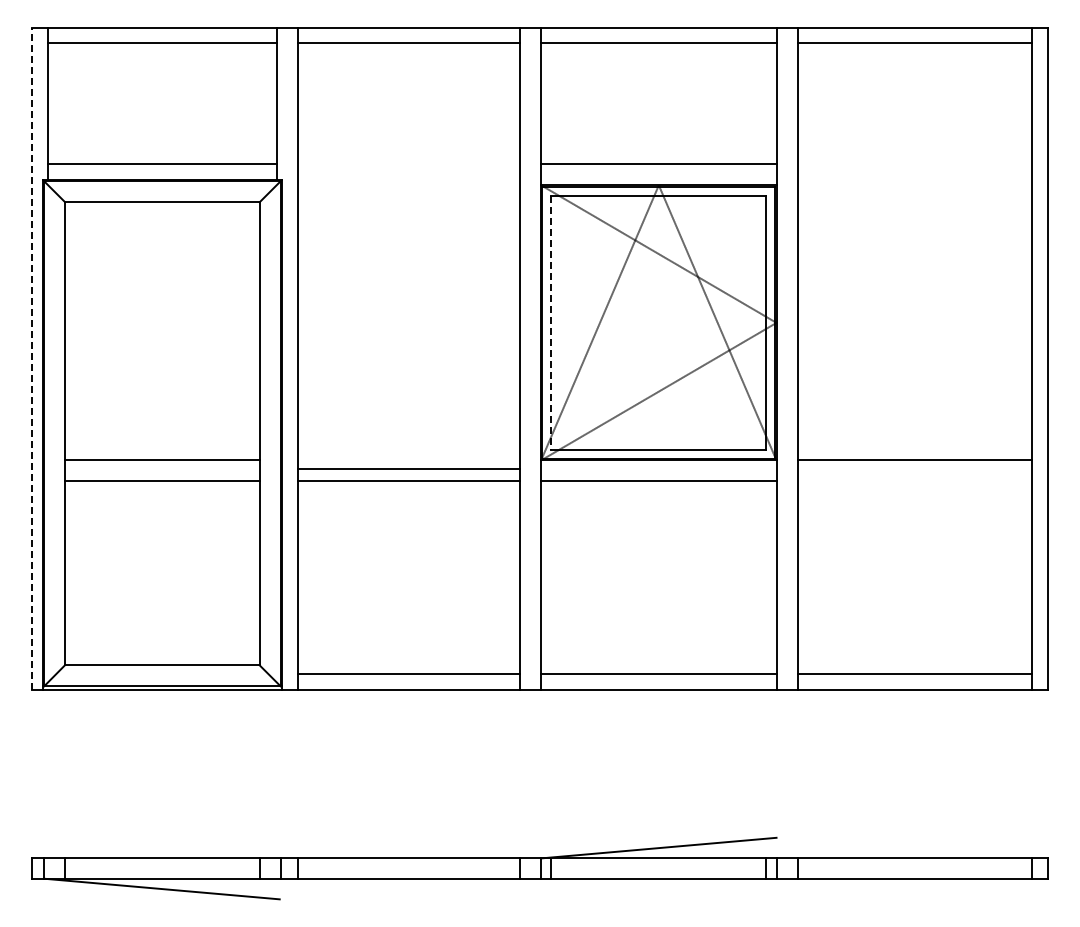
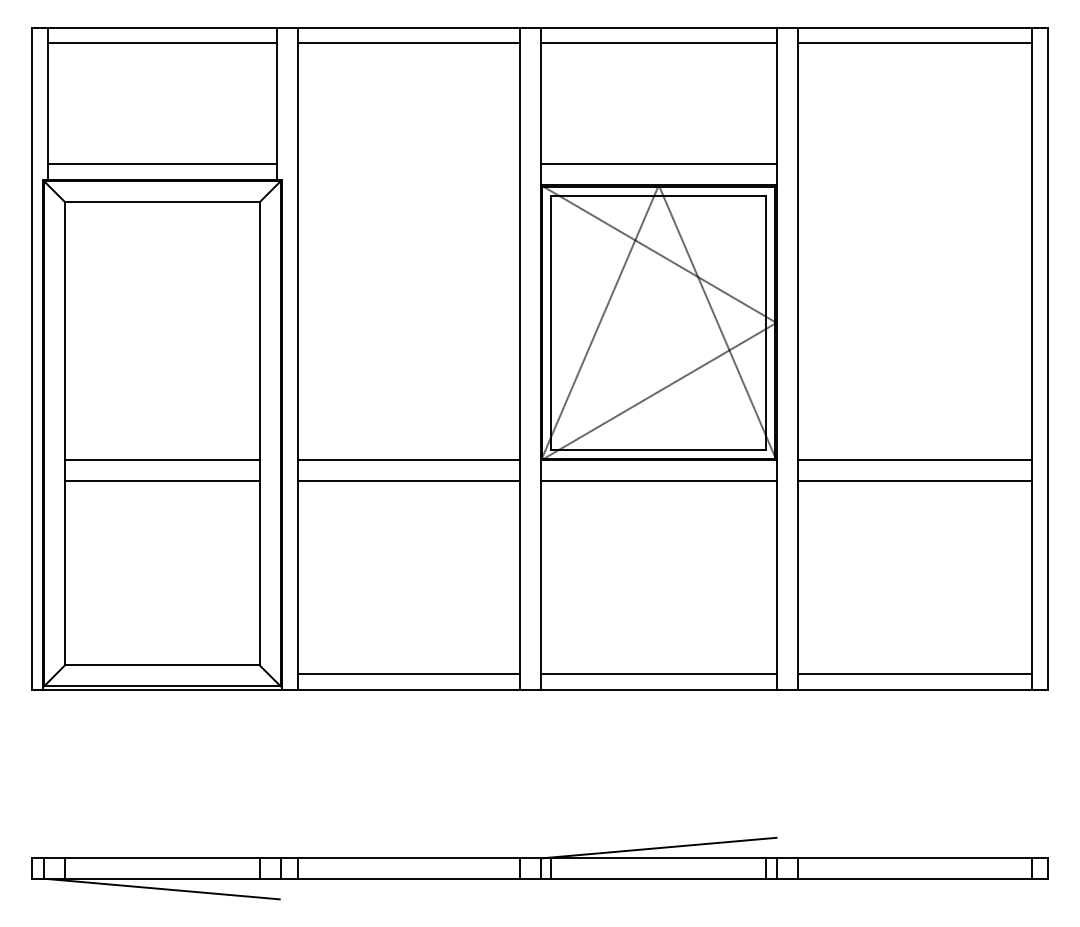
line at (551, 323): dashed -> solid
line at (32, 358): dashed -> solid
line at (408, 469) position: (408, 469) -> (408, 460)
line at (914, 481): none -> present
